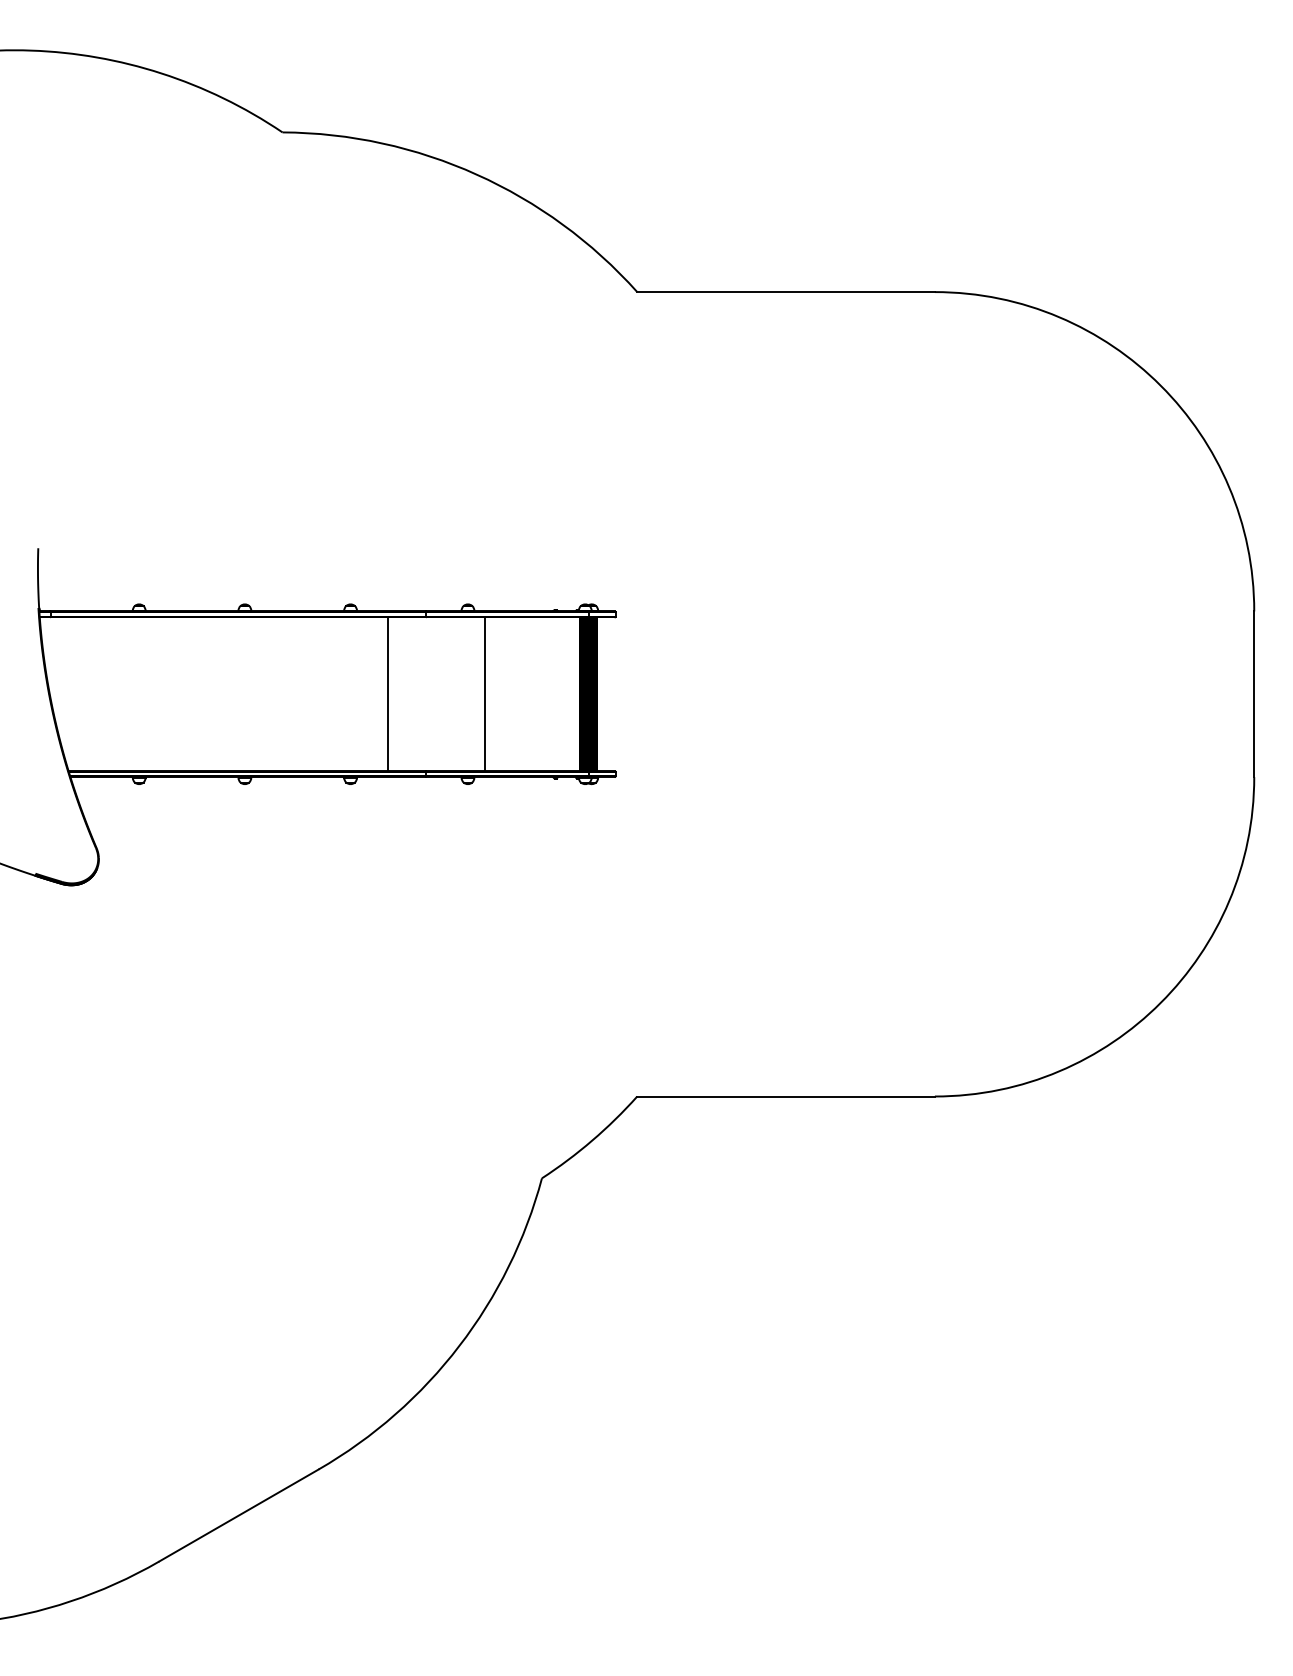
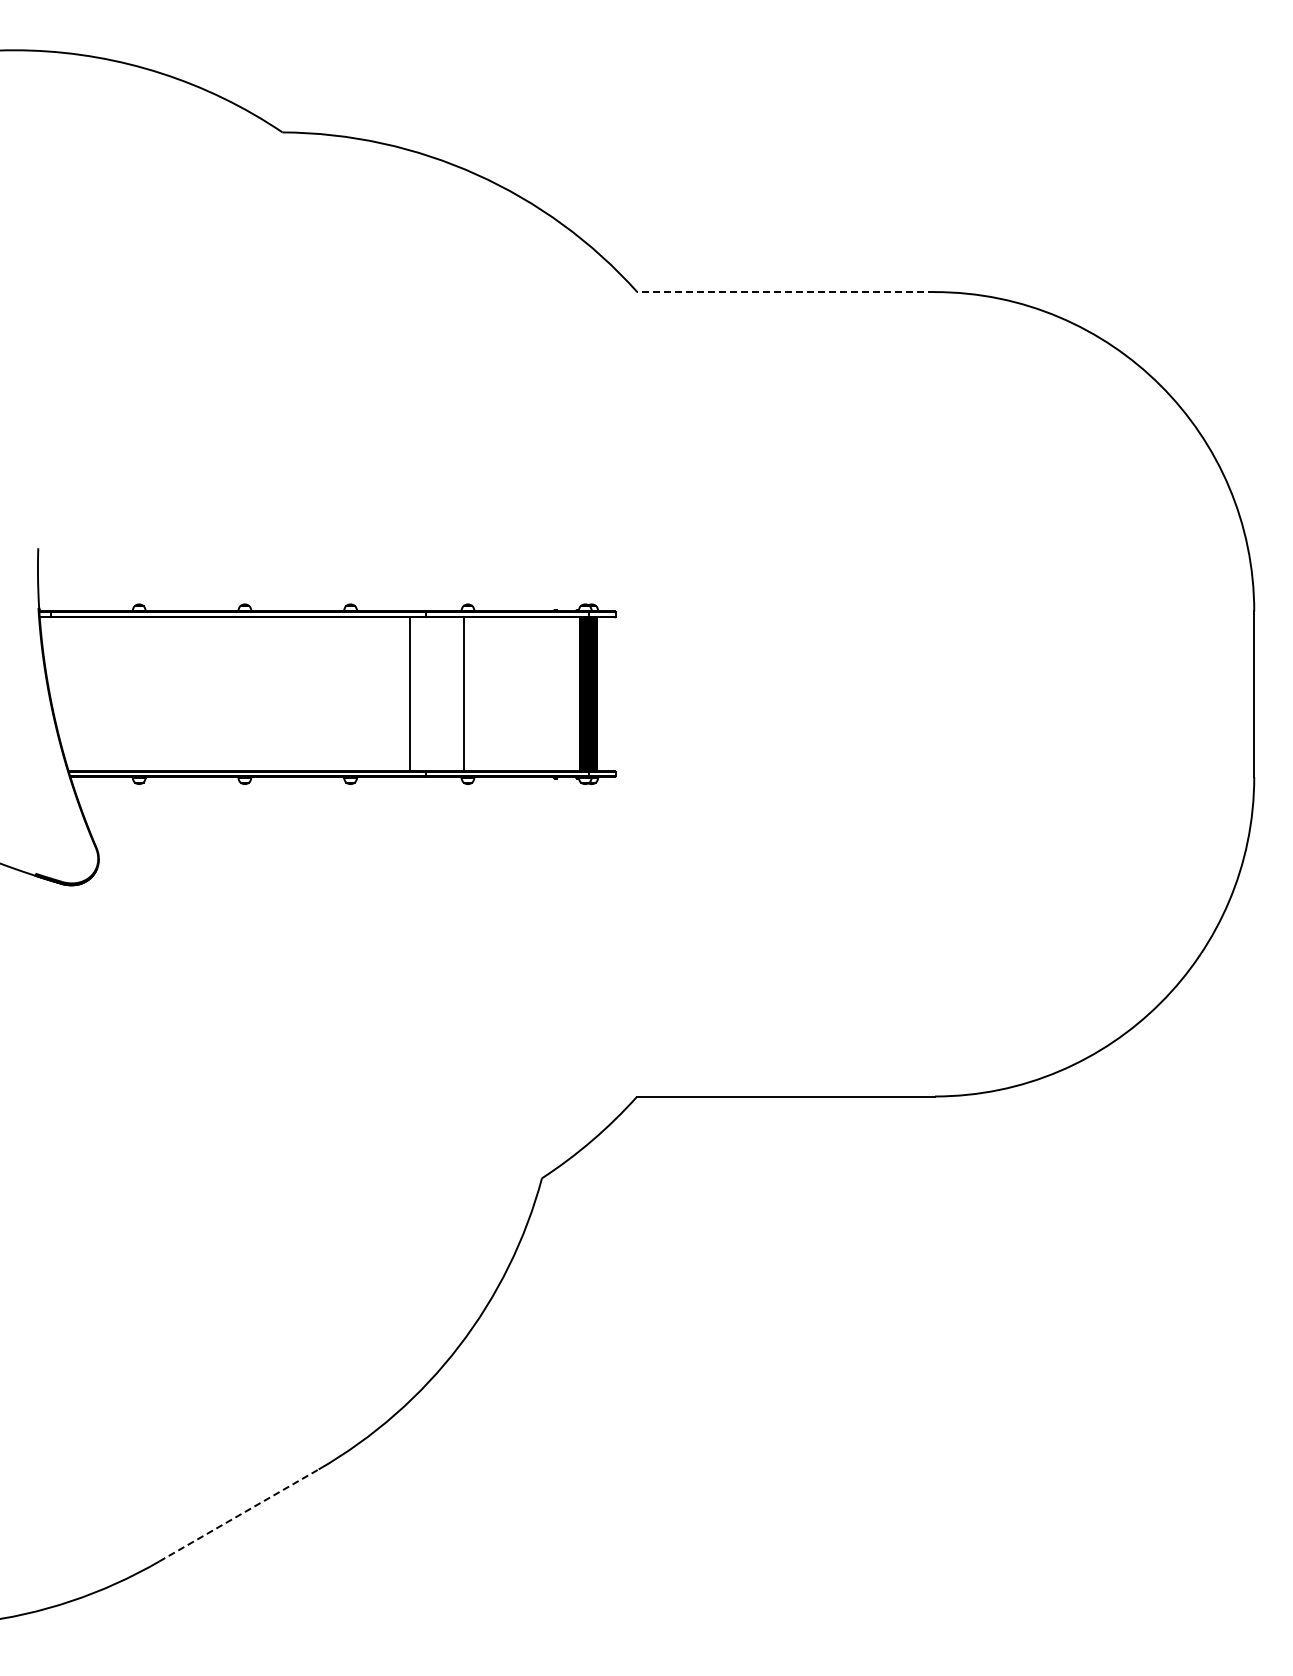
line at (786, 292): solid -> dashed
line at (387, 694) position: (387, 694) -> (409, 694)
line at (485, 694) position: (485, 694) -> (464, 694)
line at (239, 1515): solid -> dashed
